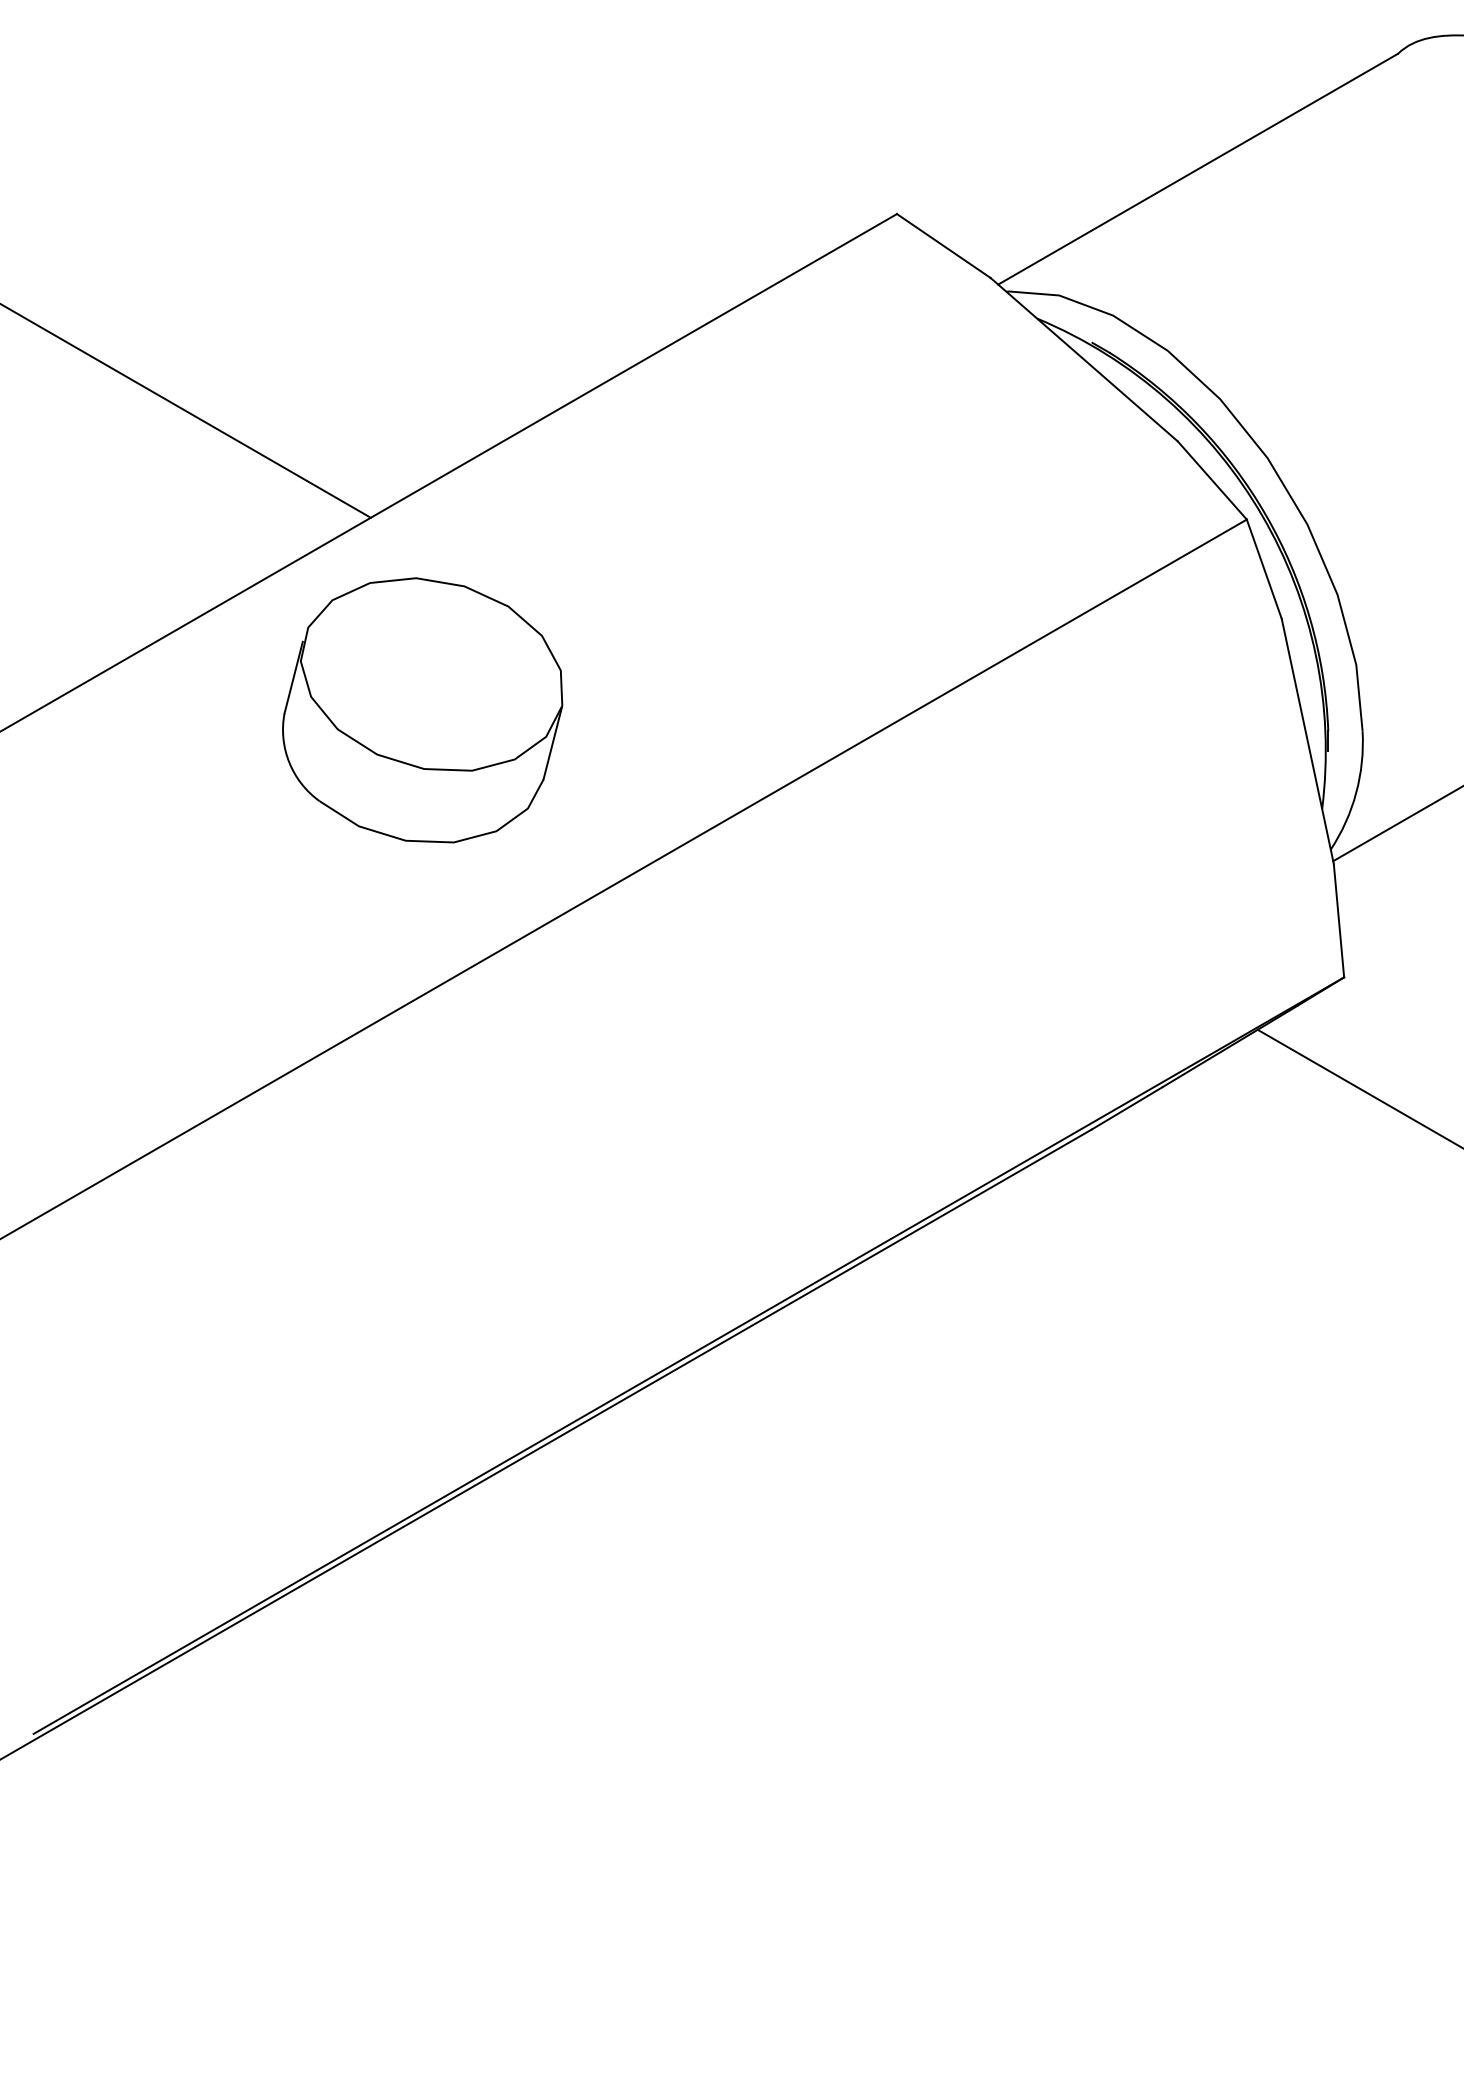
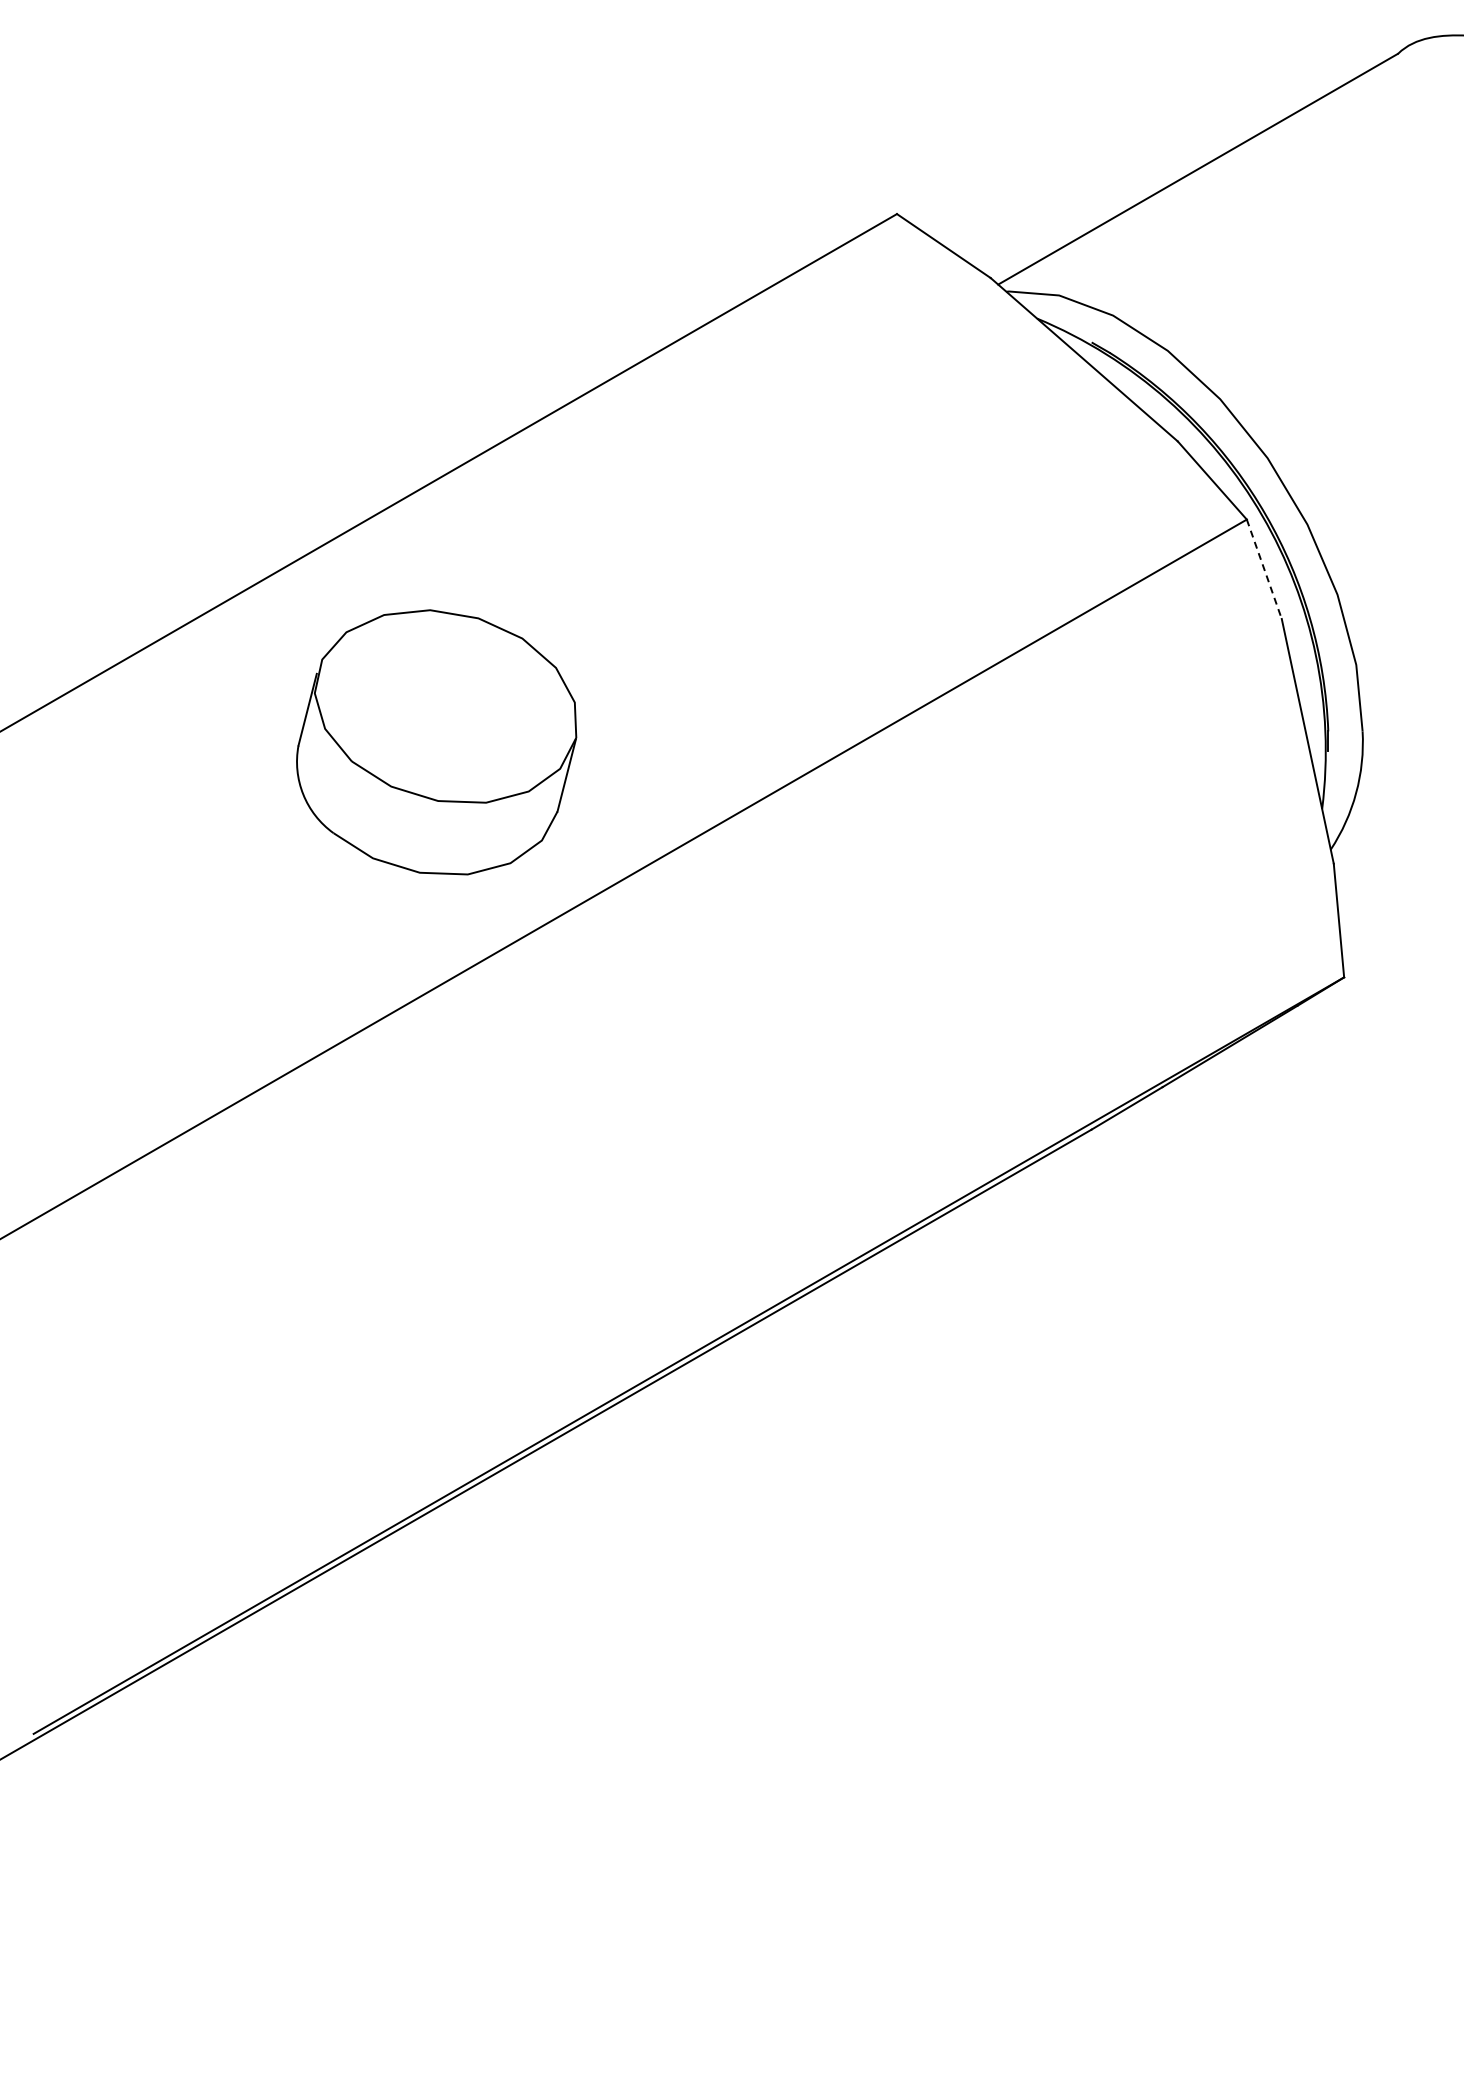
line at (186, 411): present -> none
line at (1264, 569): solid -> dashed
part at (422, 710) position: (422, 710) -> (436, 742)
line at (1396, 824): present -> none
line at (1358, 1087): present -> none
